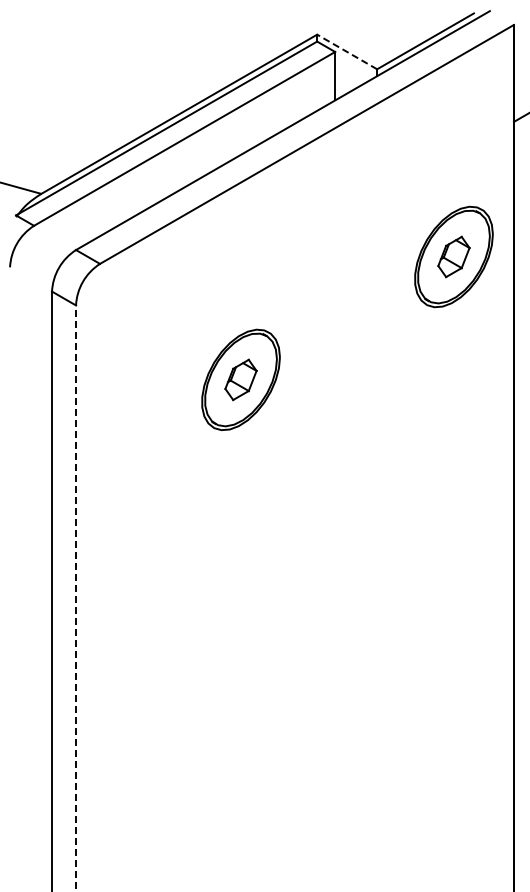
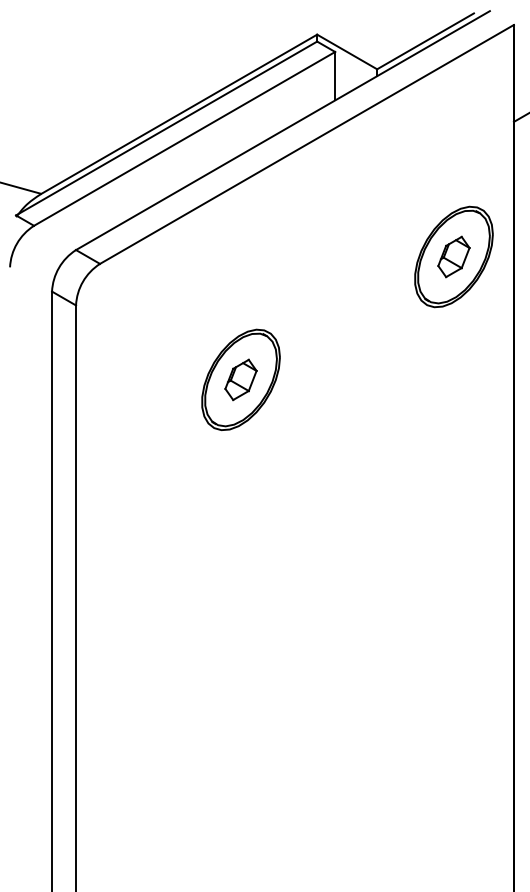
line at (347, 51): dashed -> solid
line at (76, 598): dashed -> solid
